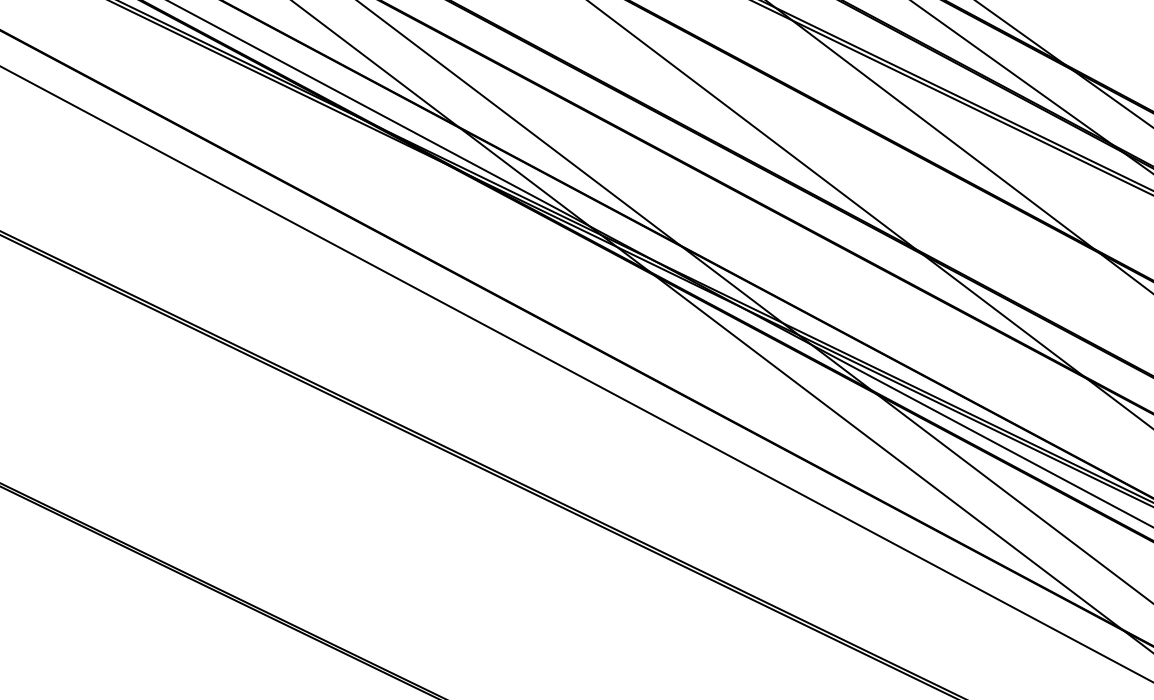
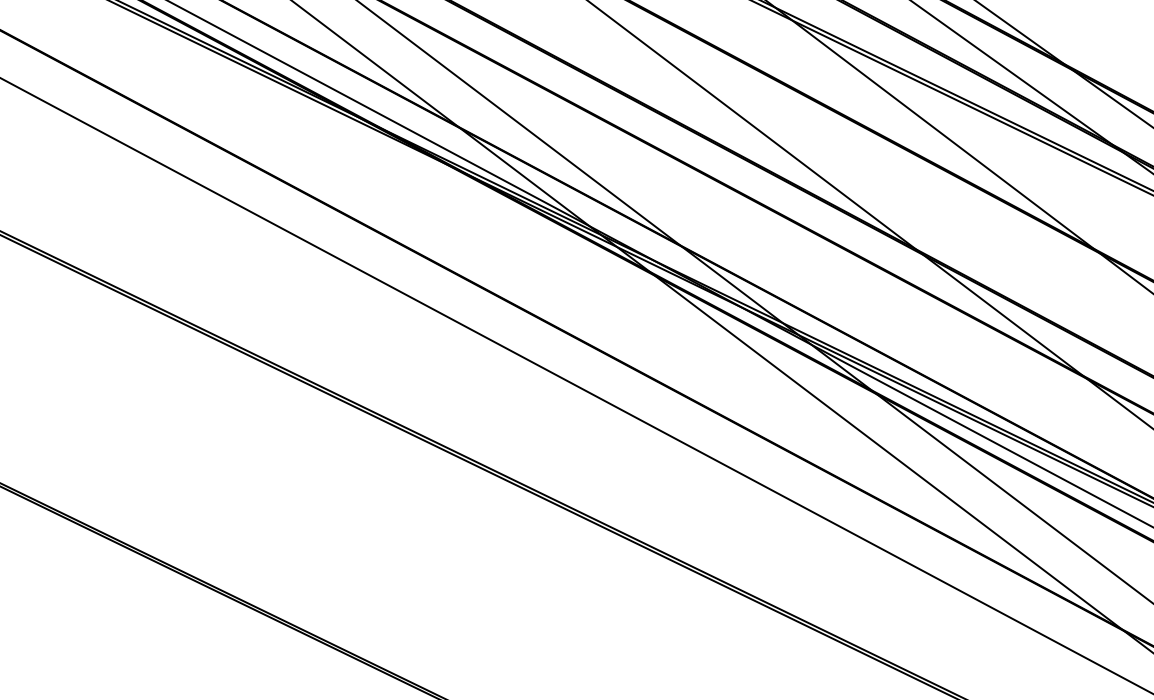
line at (576, 374) position: (576, 374) -> (576, 385)
